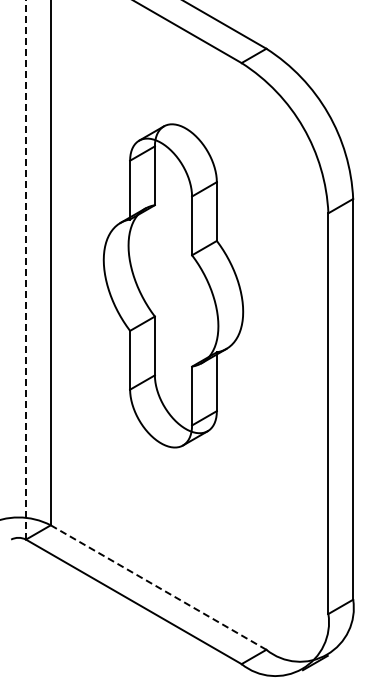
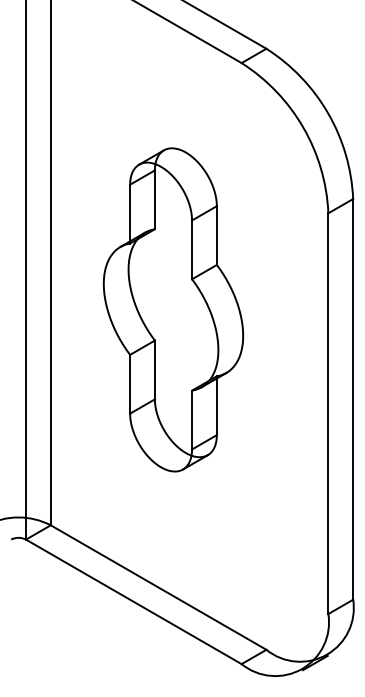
line at (26, 270): dashed -> solid
part at (173, 285) position: (173, 285) -> (173, 309)
line at (159, 587): dashed -> solid
